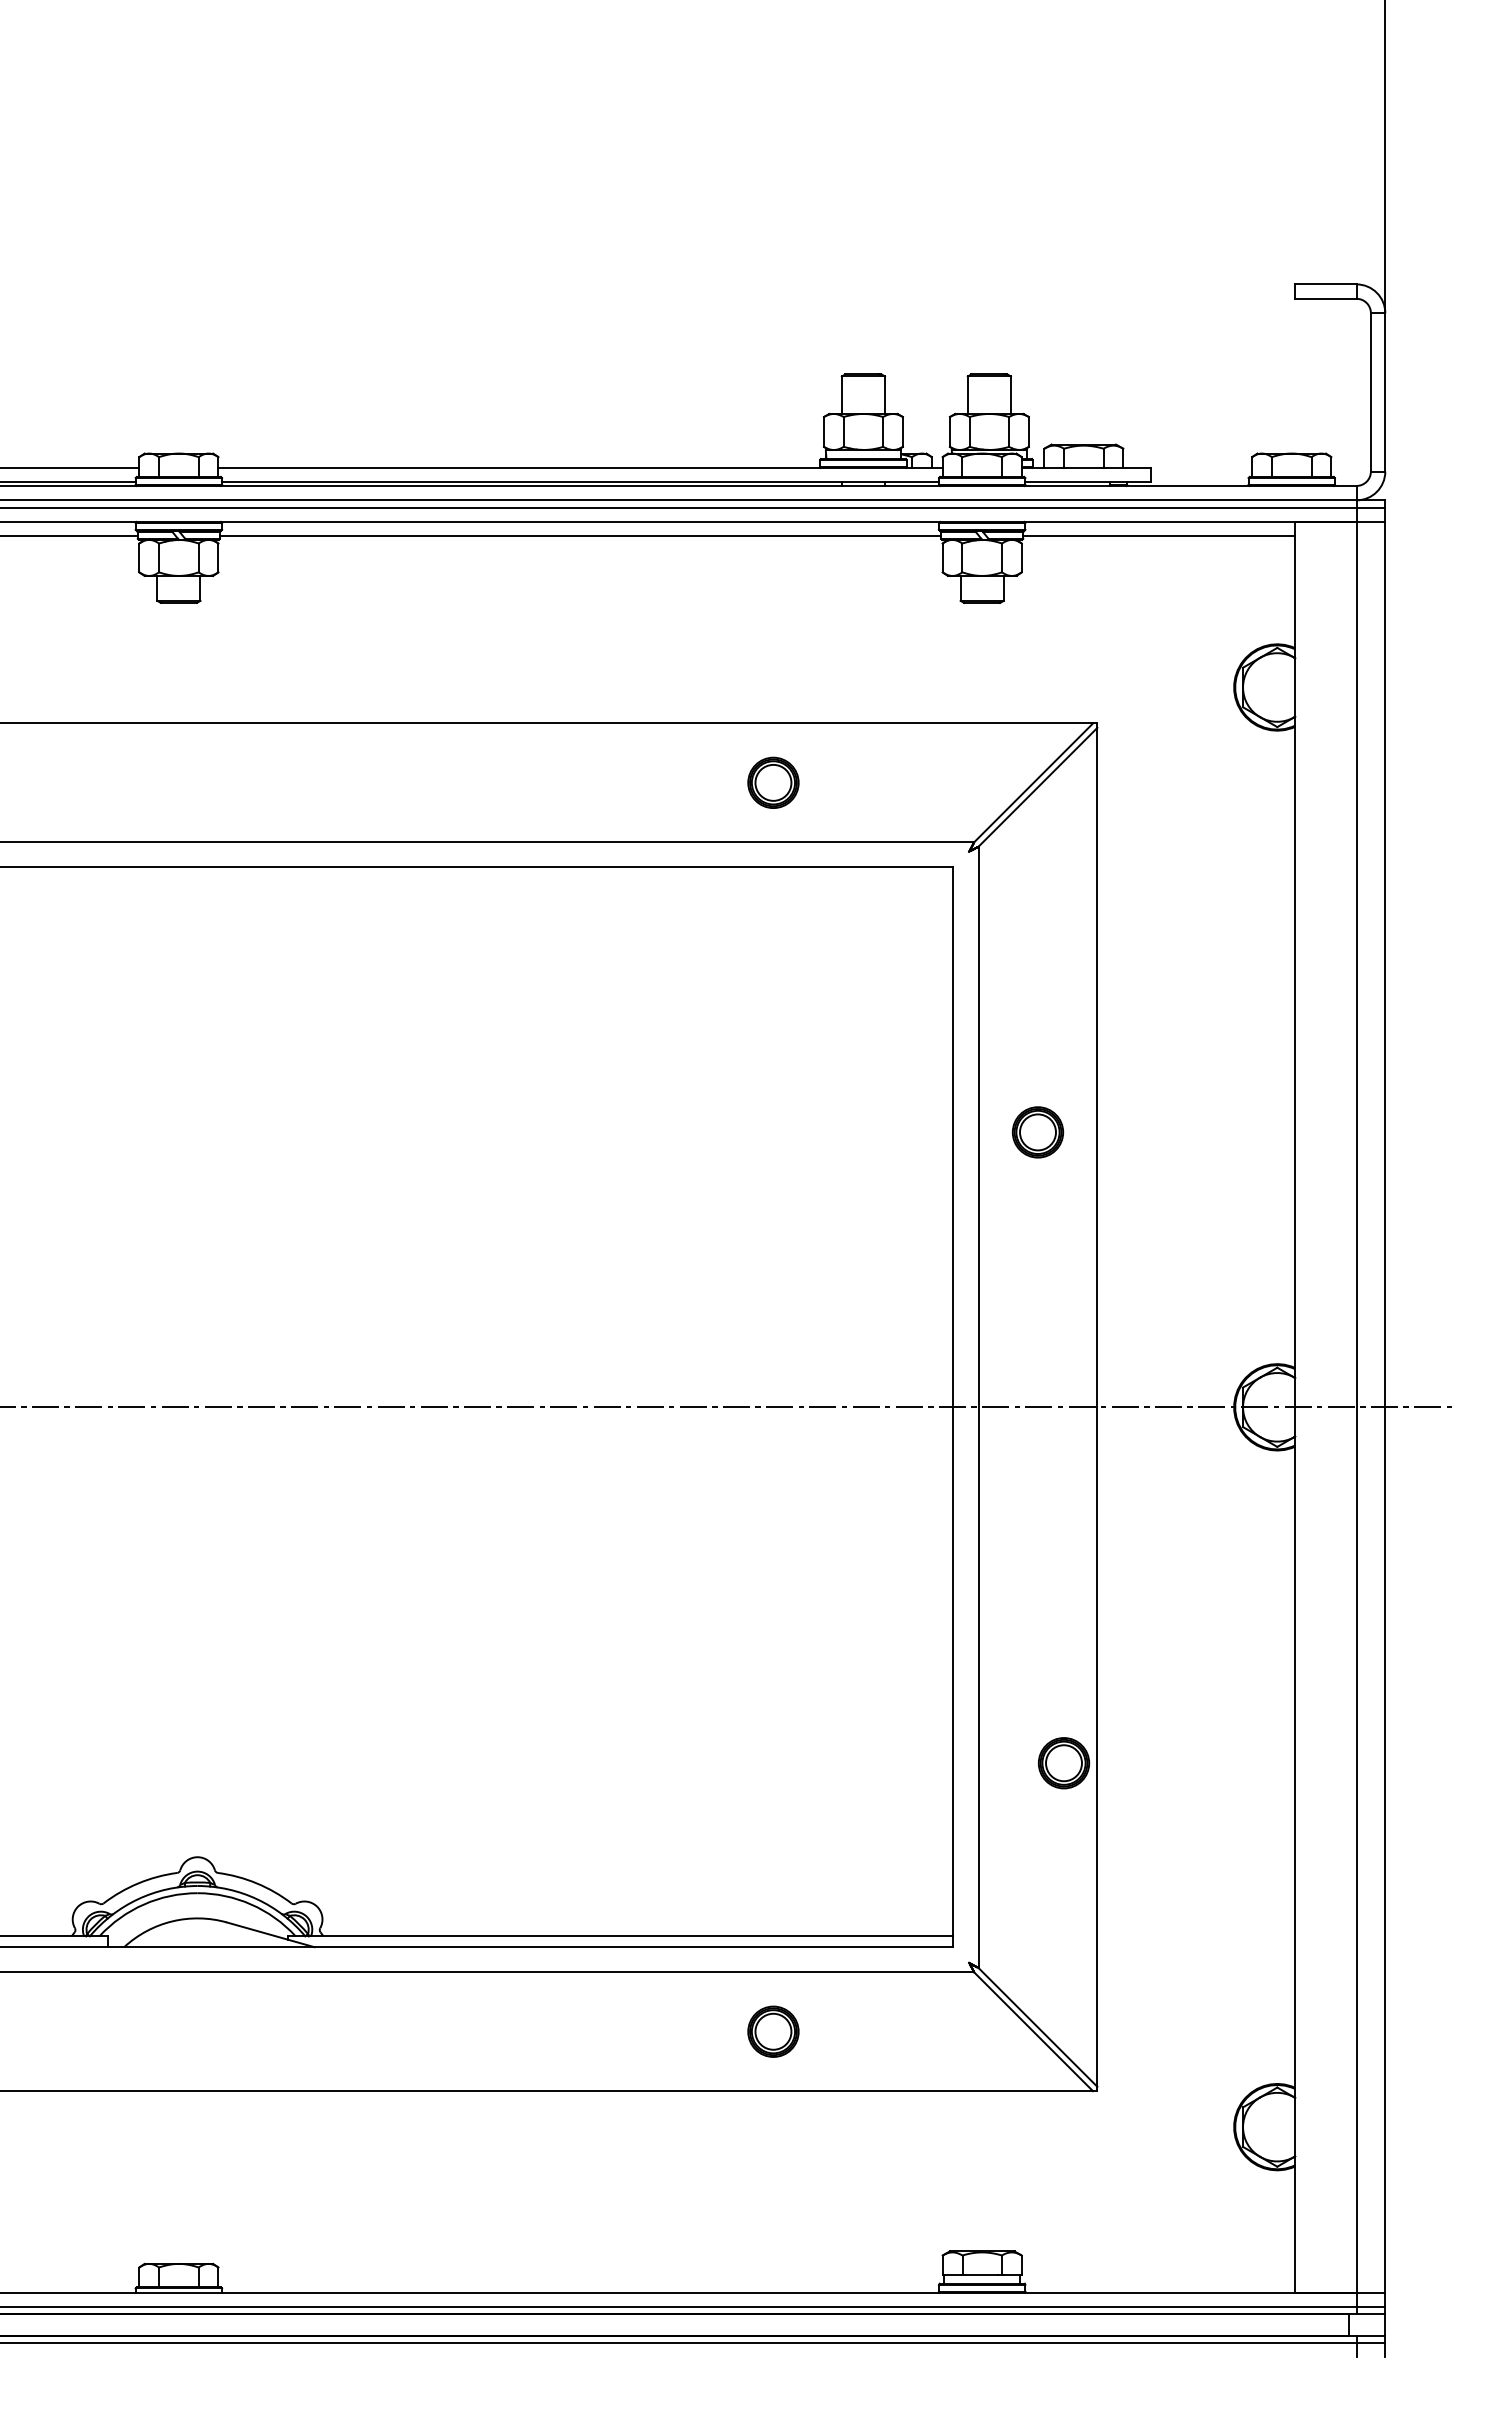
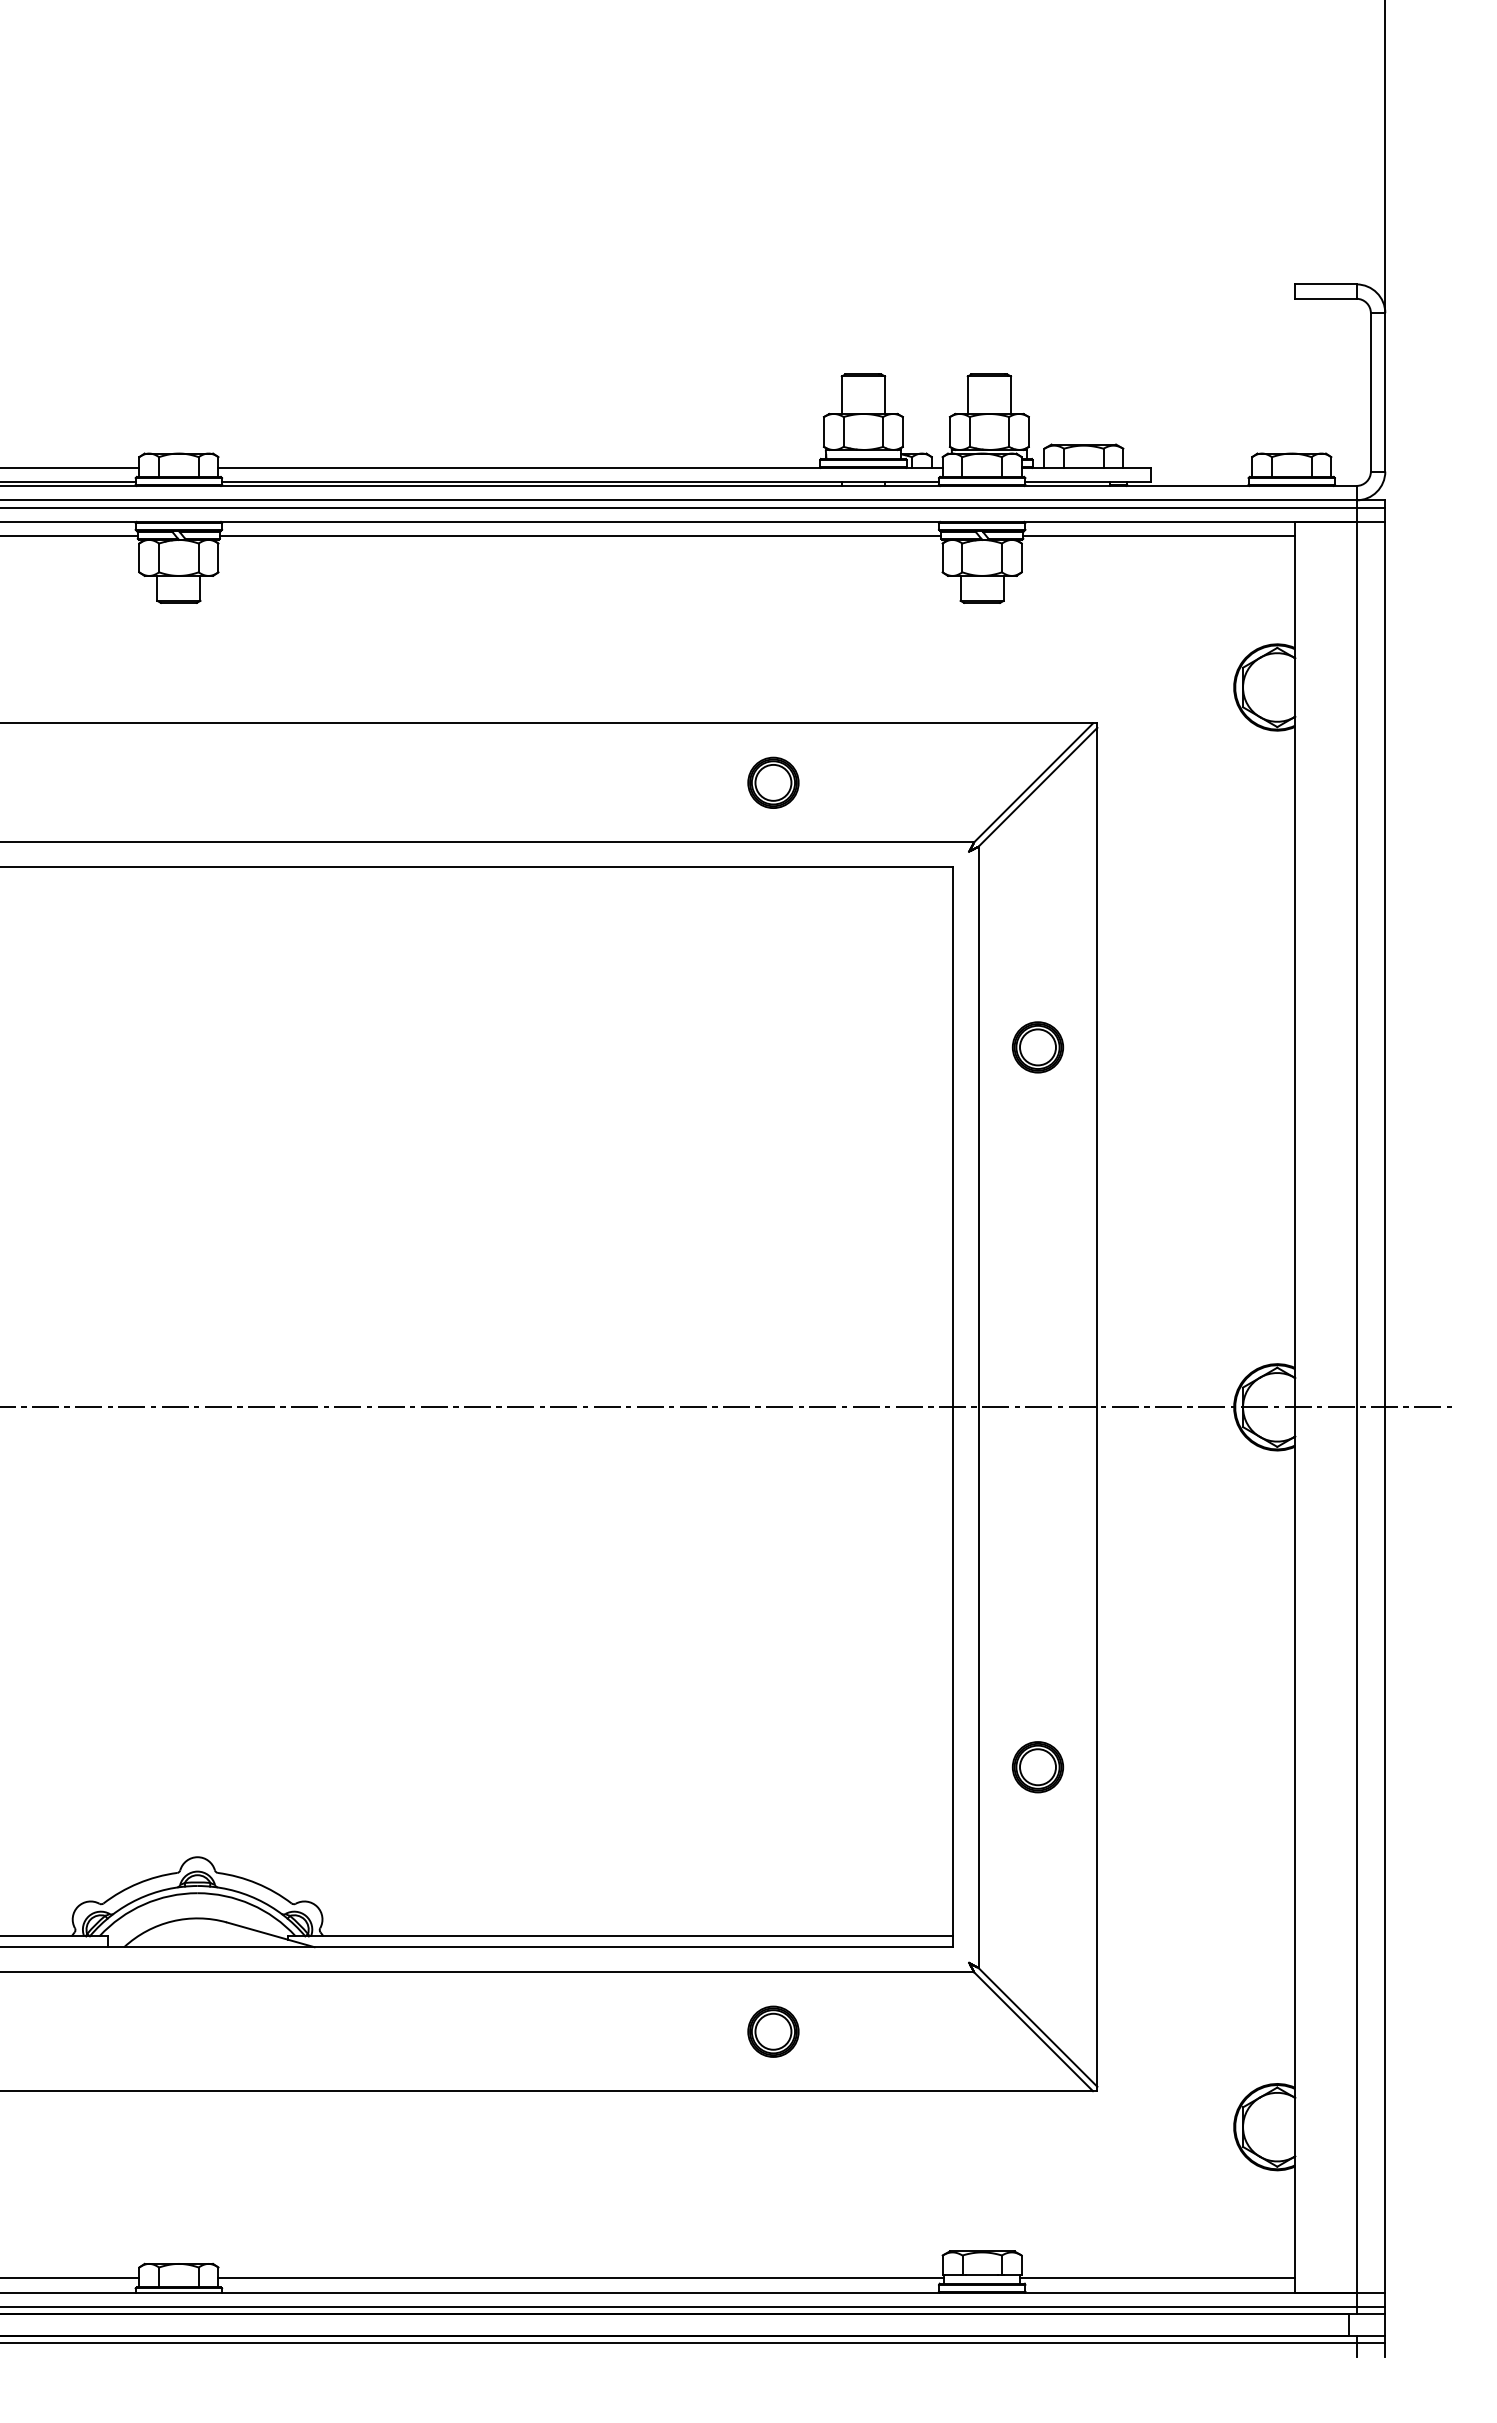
part at (1037, 1132) position: (1037, 1132) -> (1037, 1047)
part at (1063, 1763) position: (1063, 1763) -> (1037, 1767)
line at (70, 2278): none -> present
line at (581, 2278): none -> present
line at (1157, 2278): none -> present
